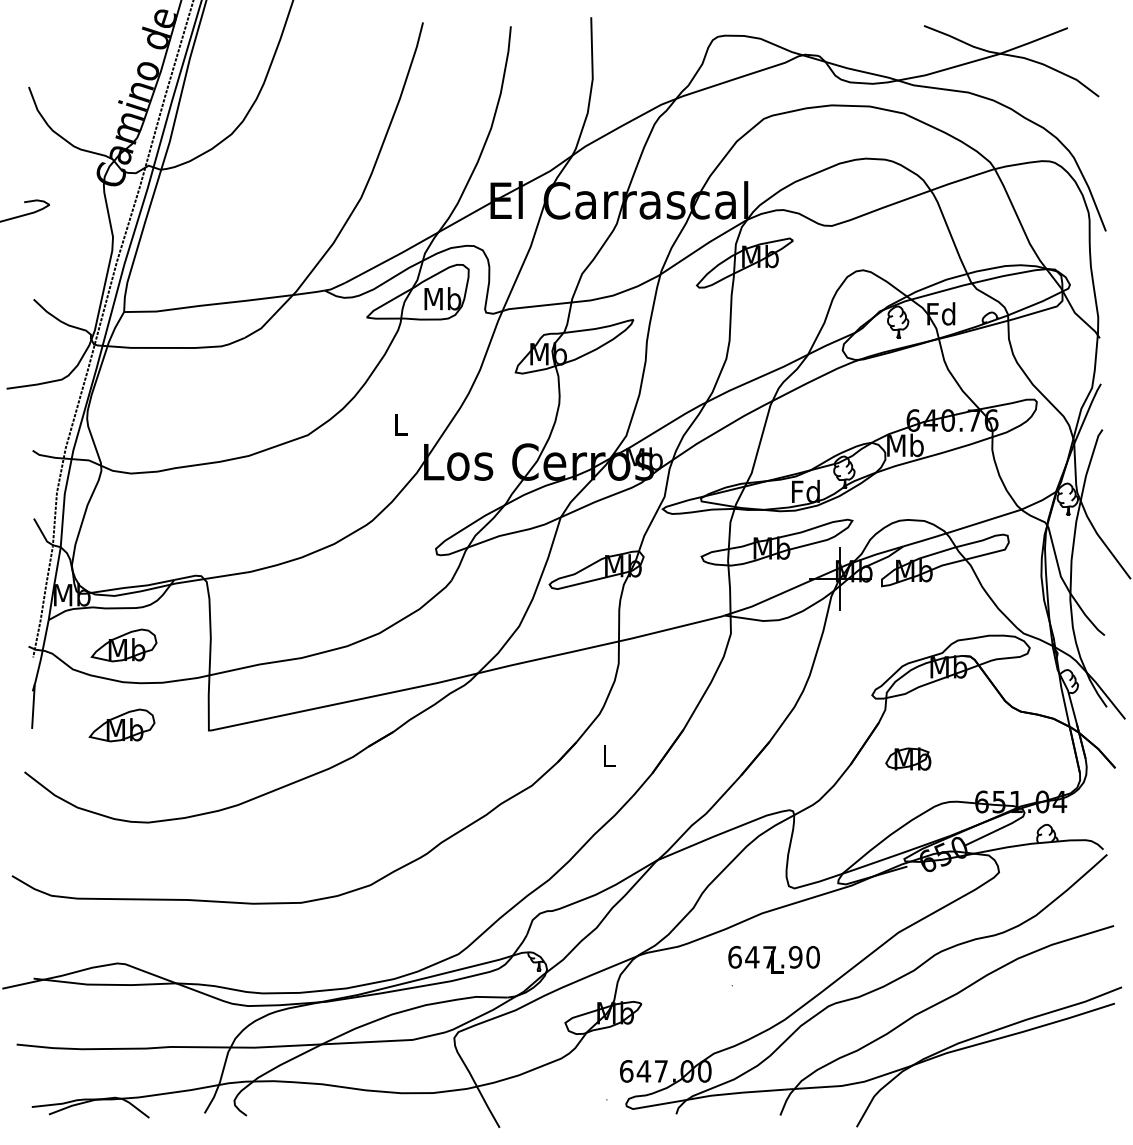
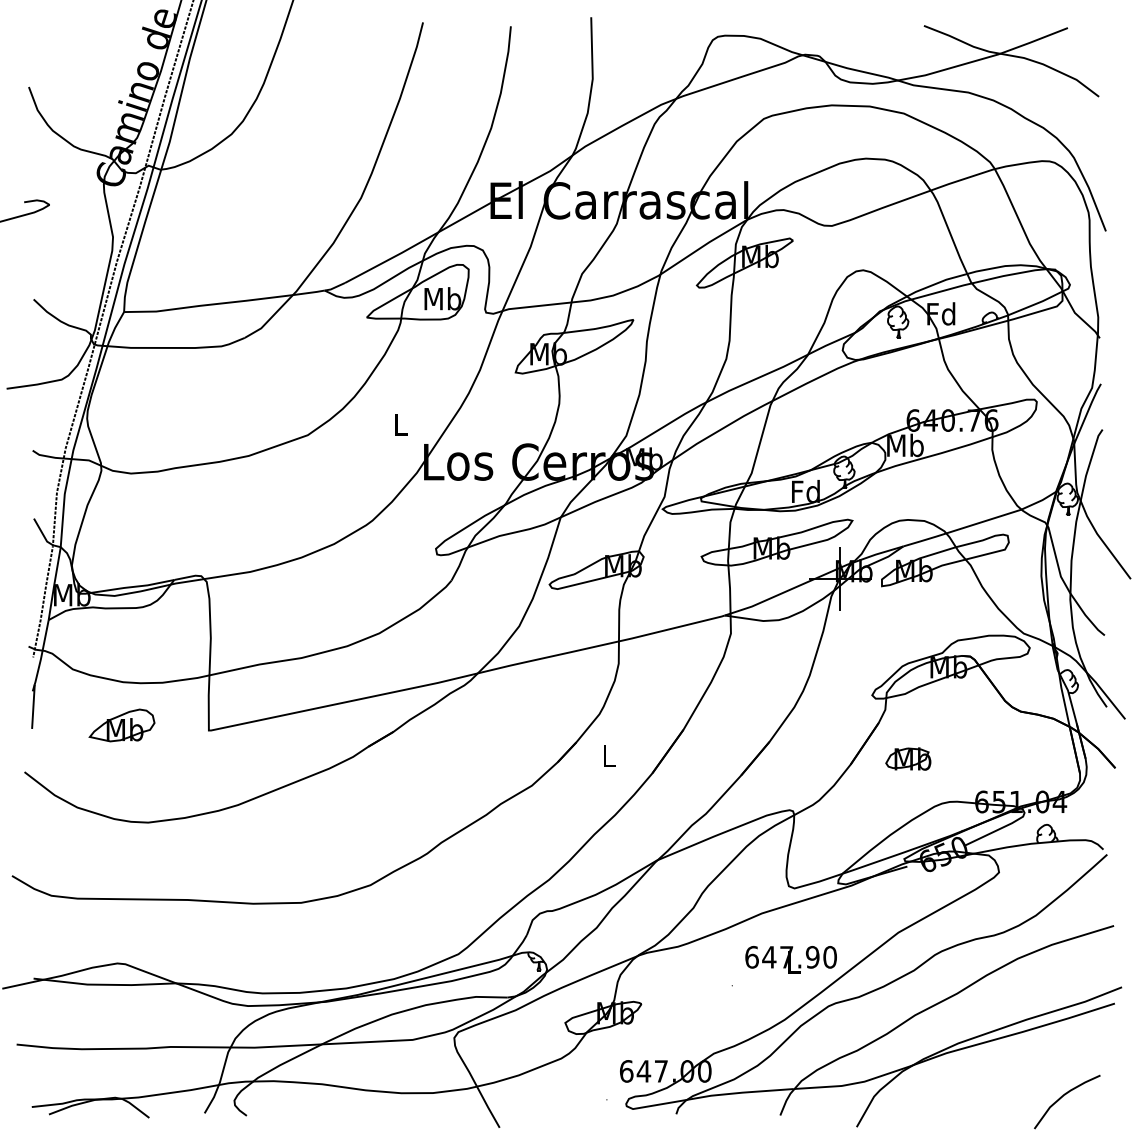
part at (123, 645): present -> none
text at (773, 959) position: (773, 959) -> (790, 959)
curve at (1065, 1095): none -> present
